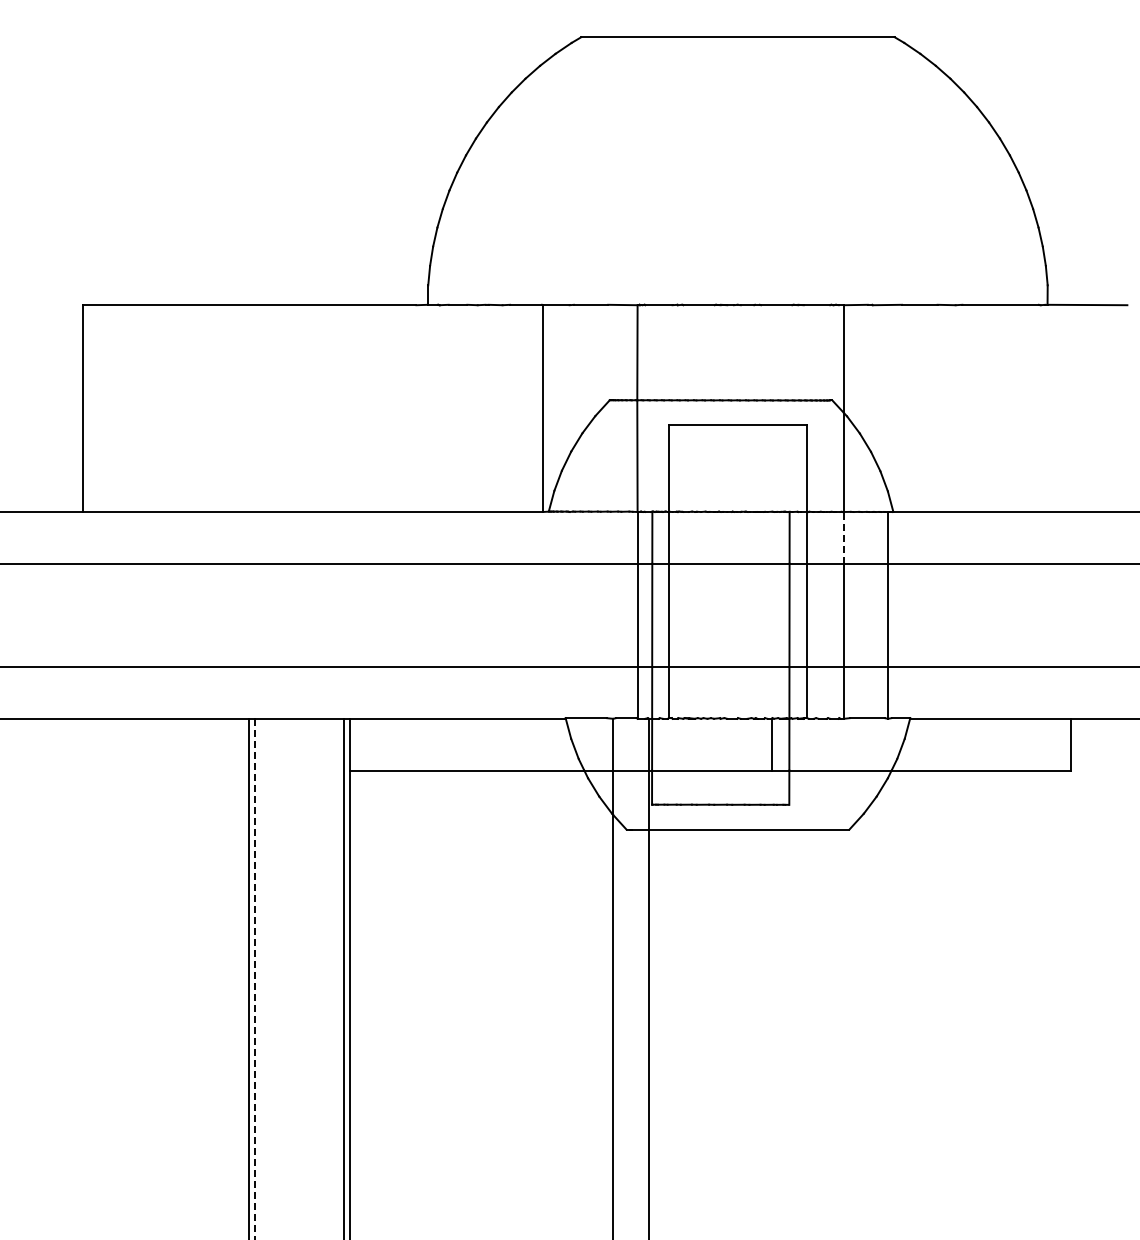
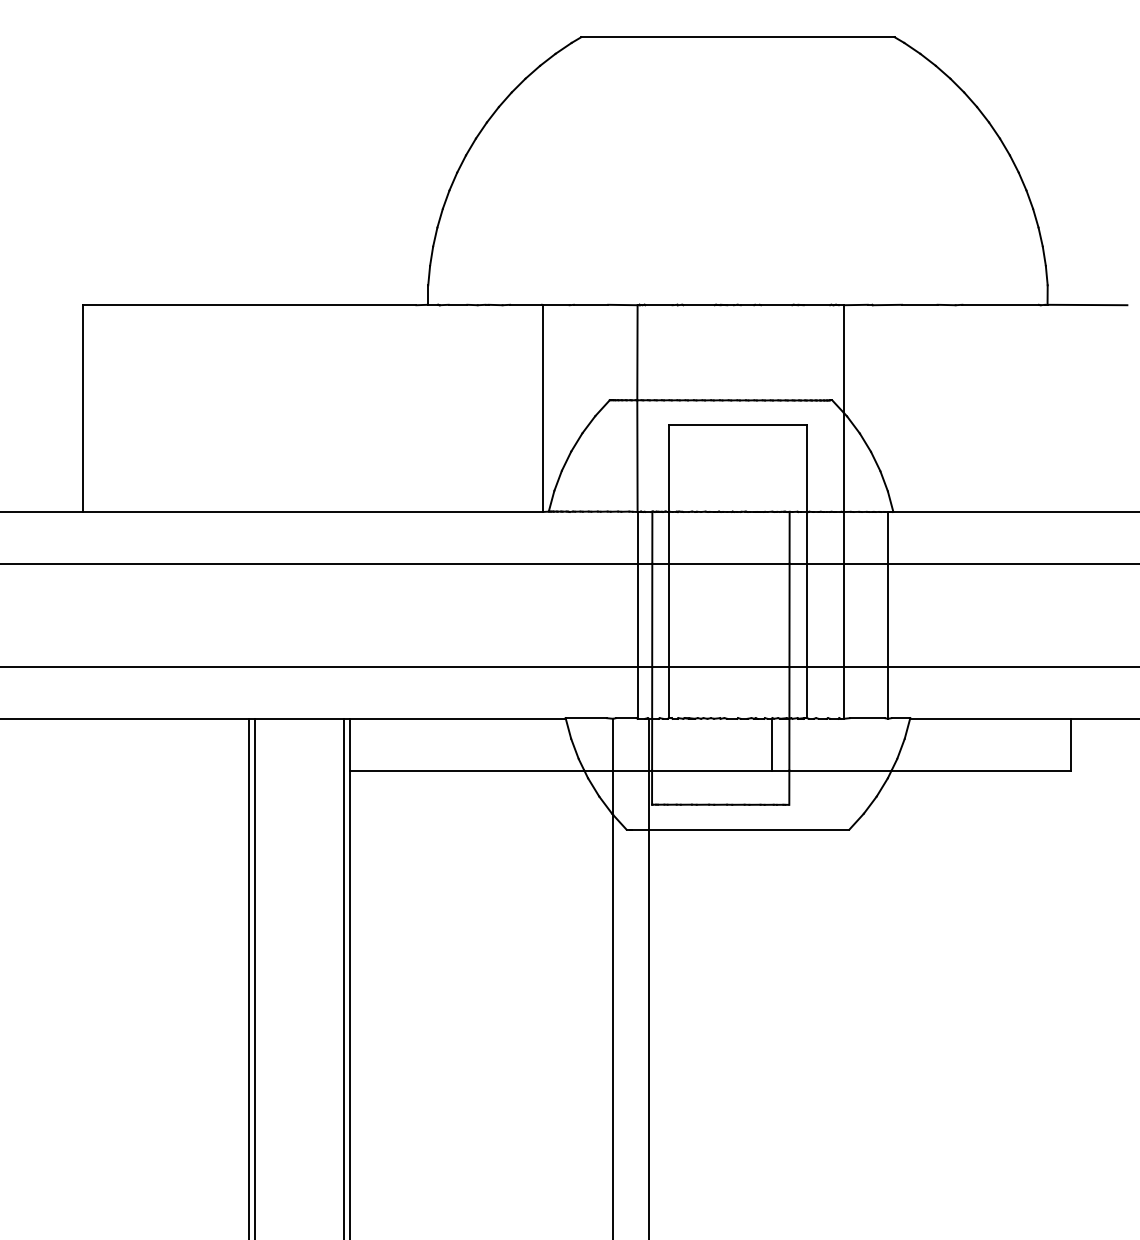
line at (843, 537): dashed -> solid
line at (254, 978): dashed -> solid
